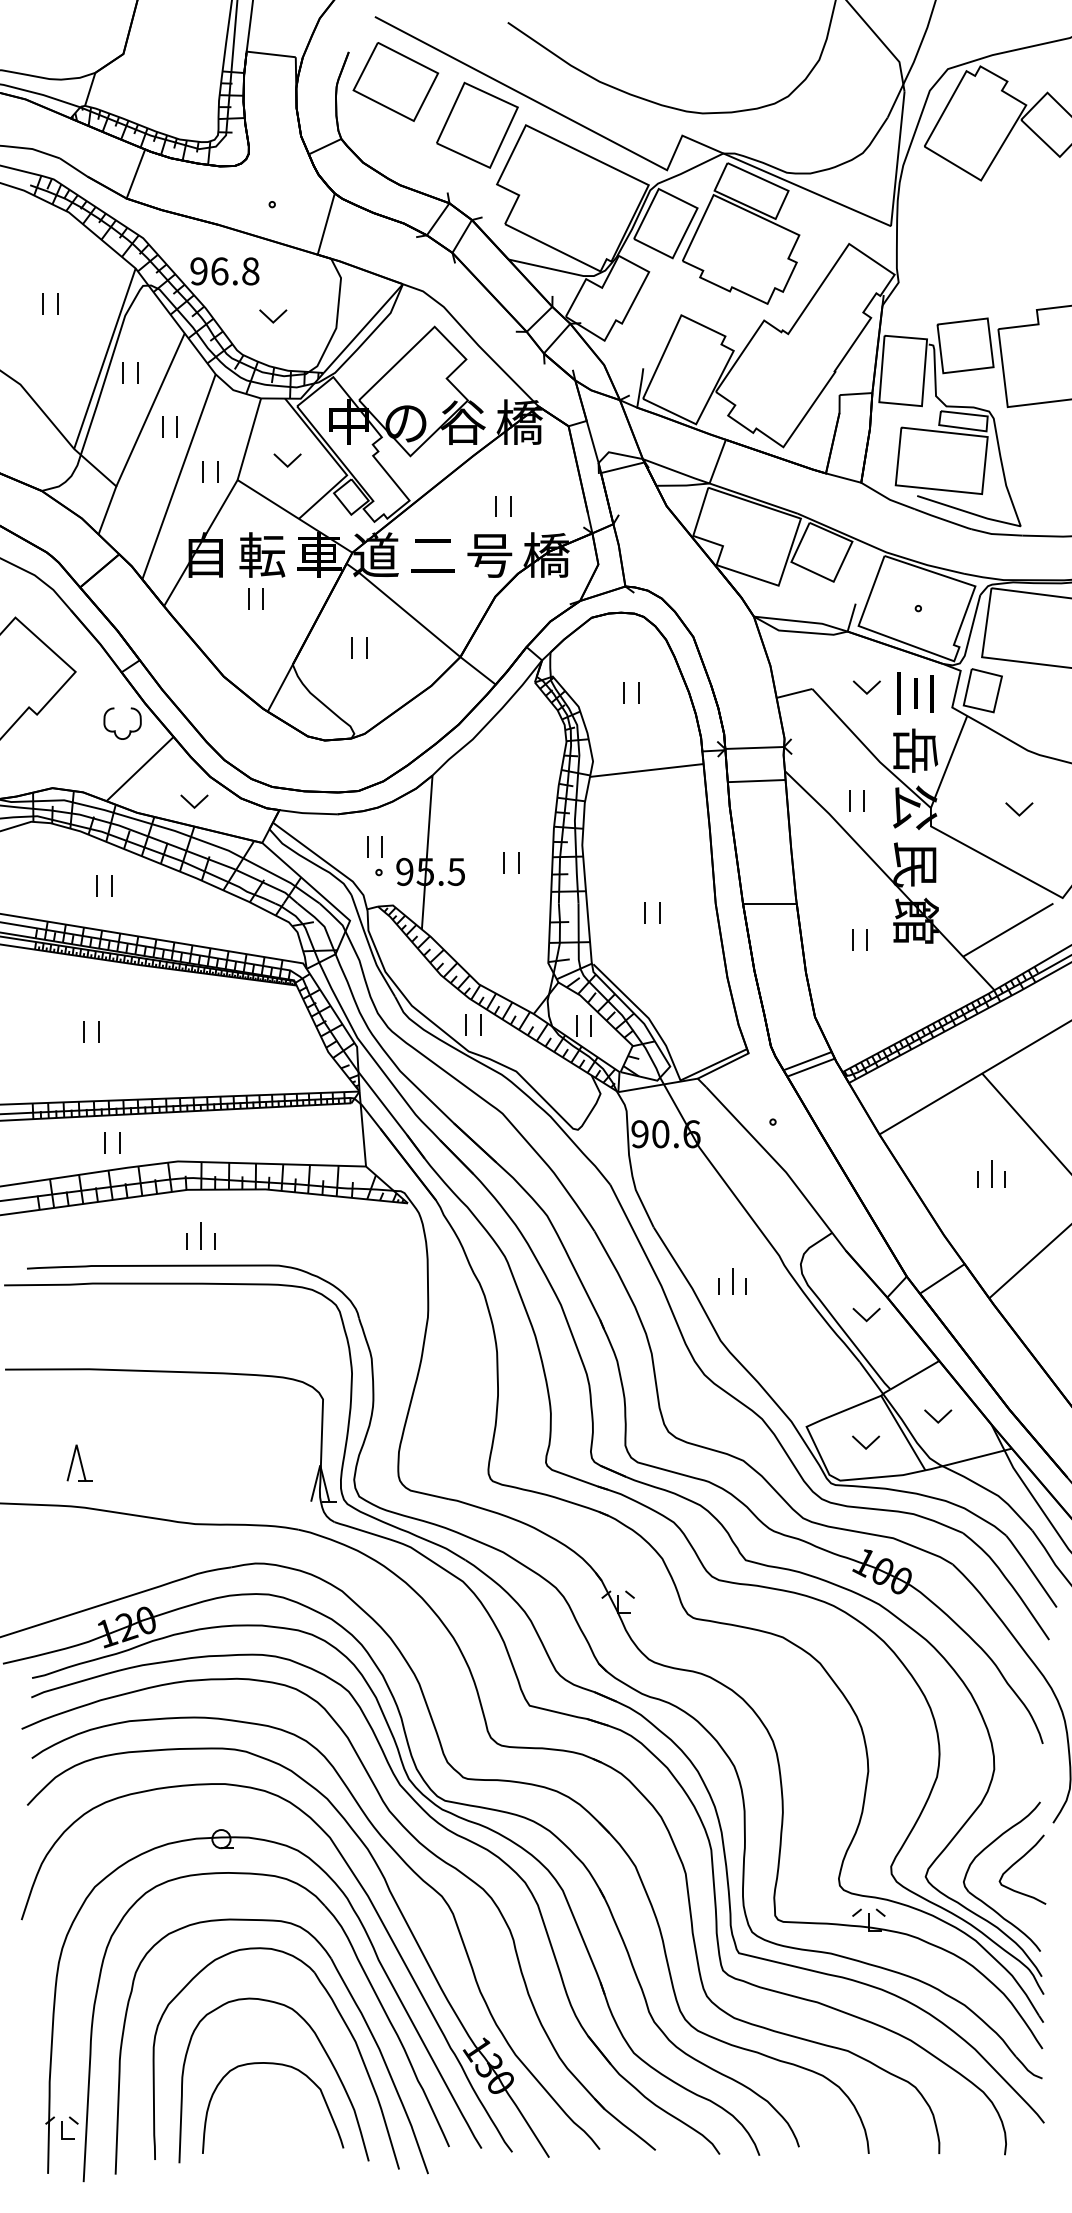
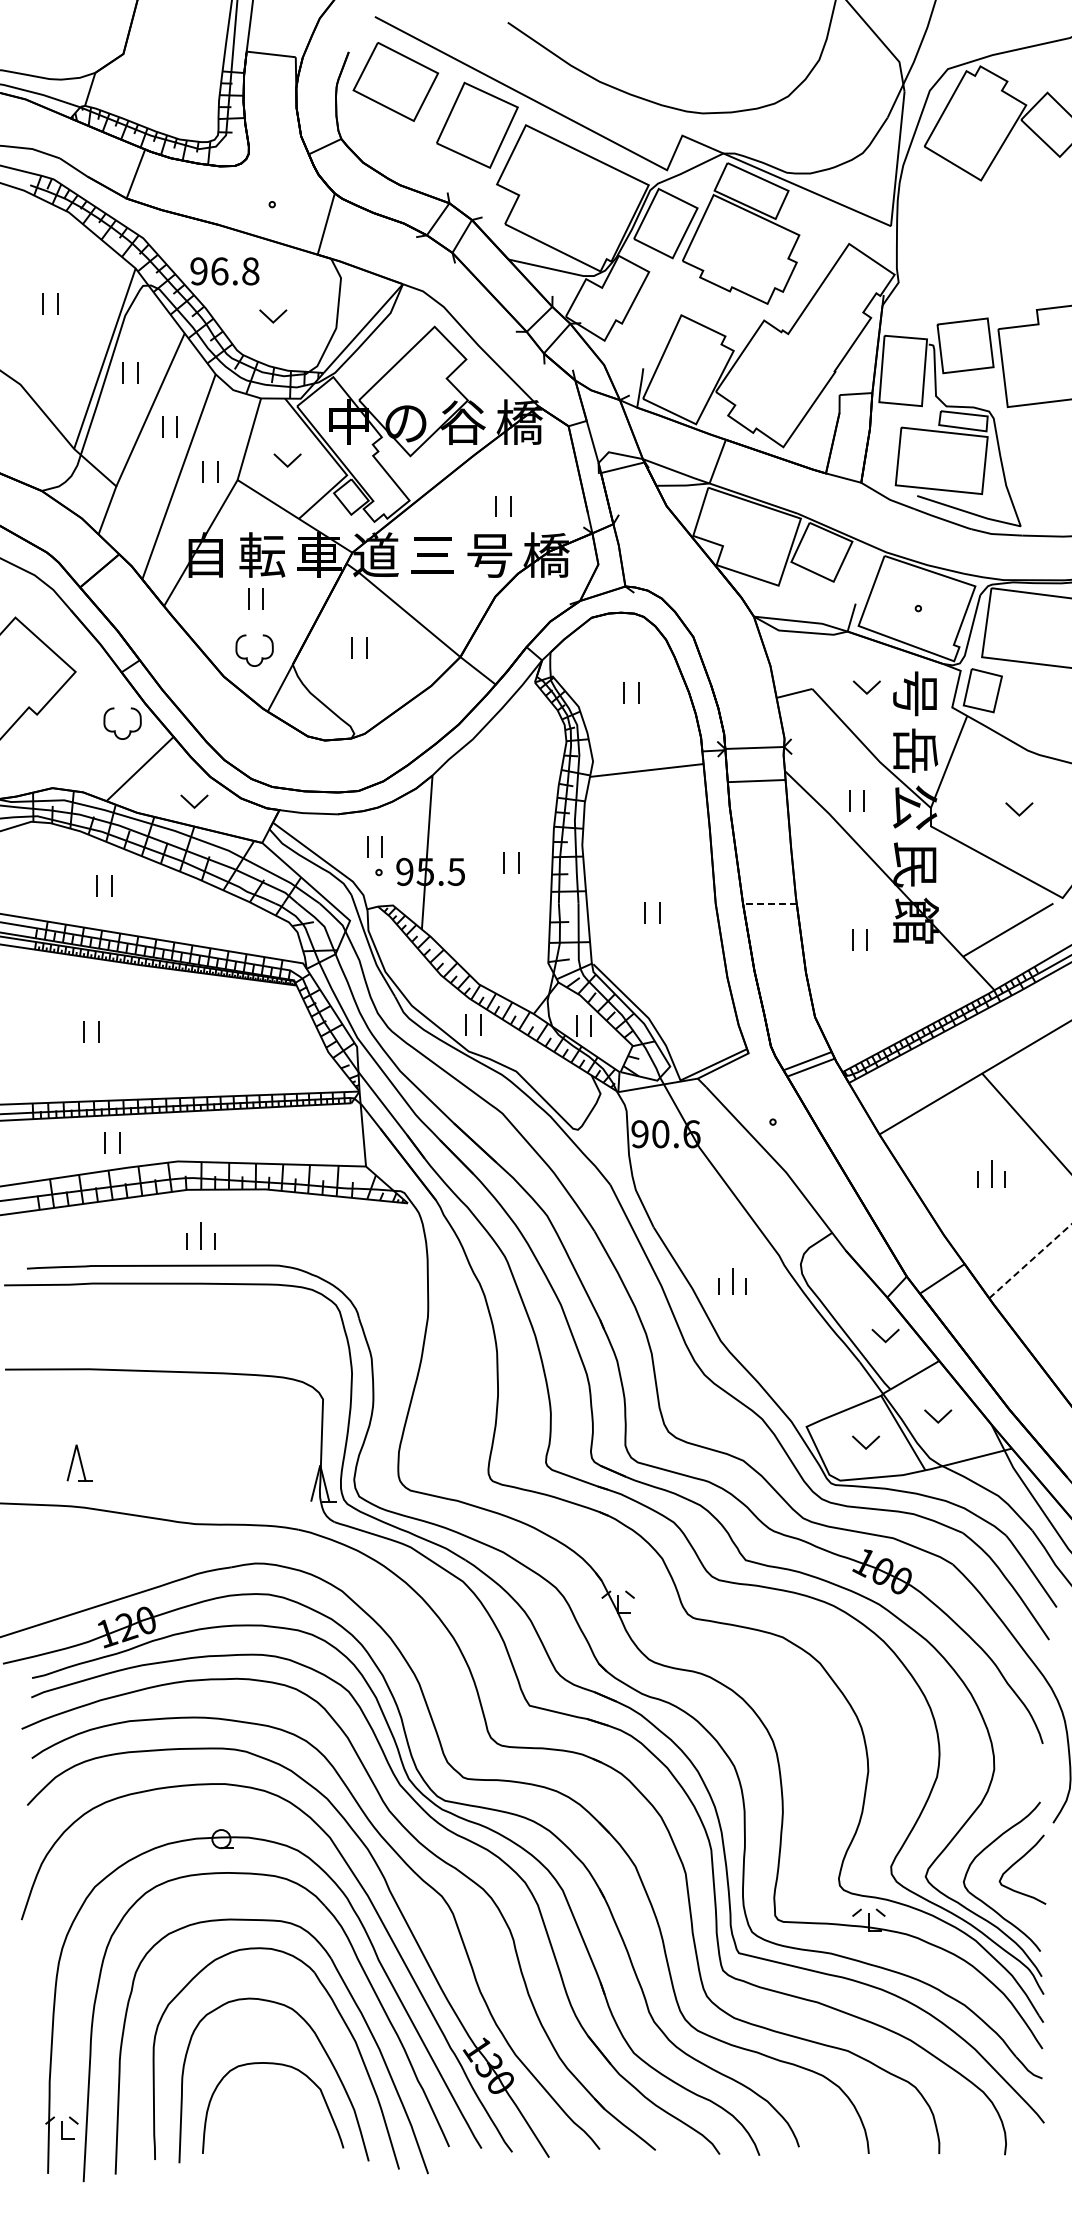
text at (432, 555): 二 -> 三
part at (247, 657): none -> present
text at (914, 693): 三 -> 号
line at (769, 903): solid -> dashed
line at (1030, 1261): solid -> dashed
part at (866, 1314) position: (866, 1314) -> (885, 1335)
